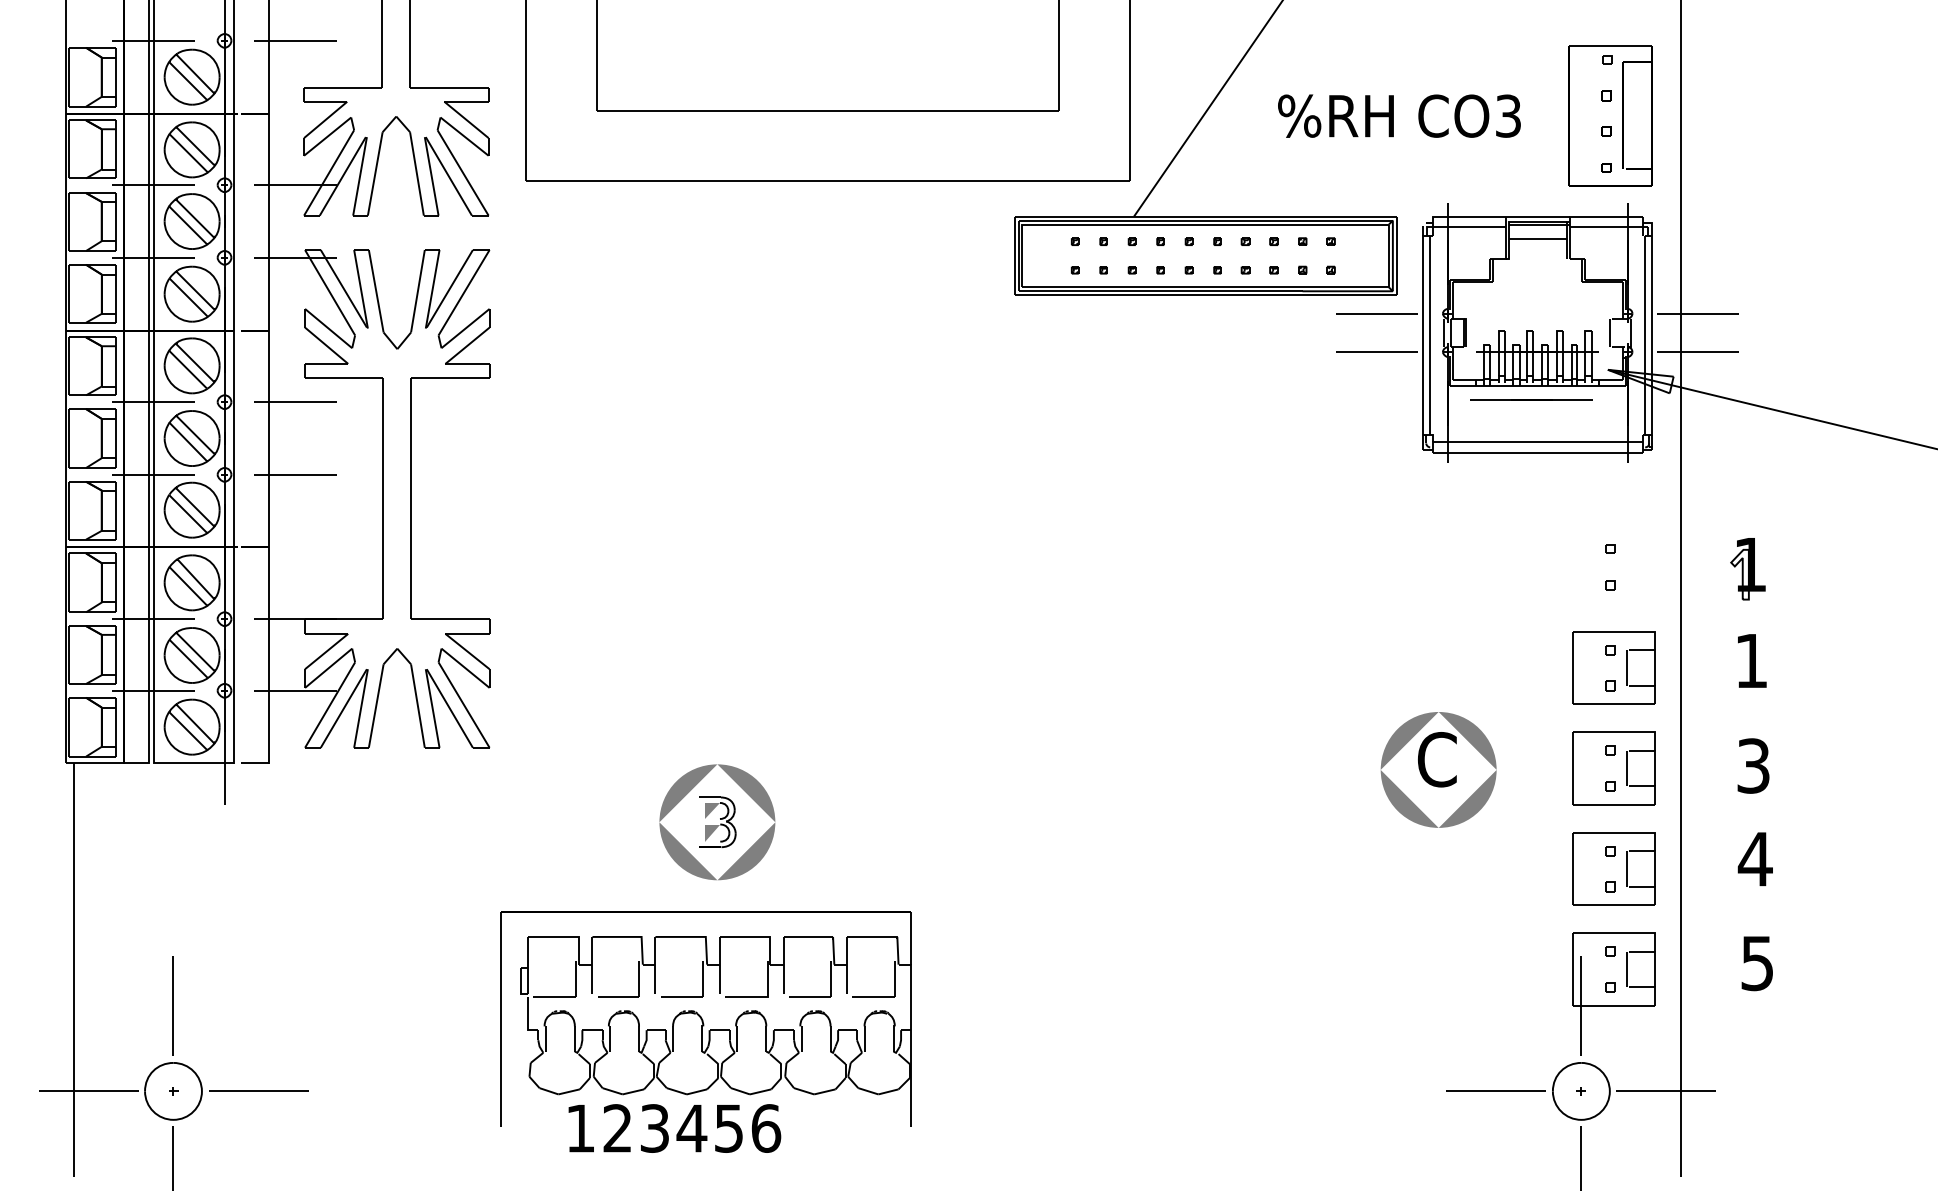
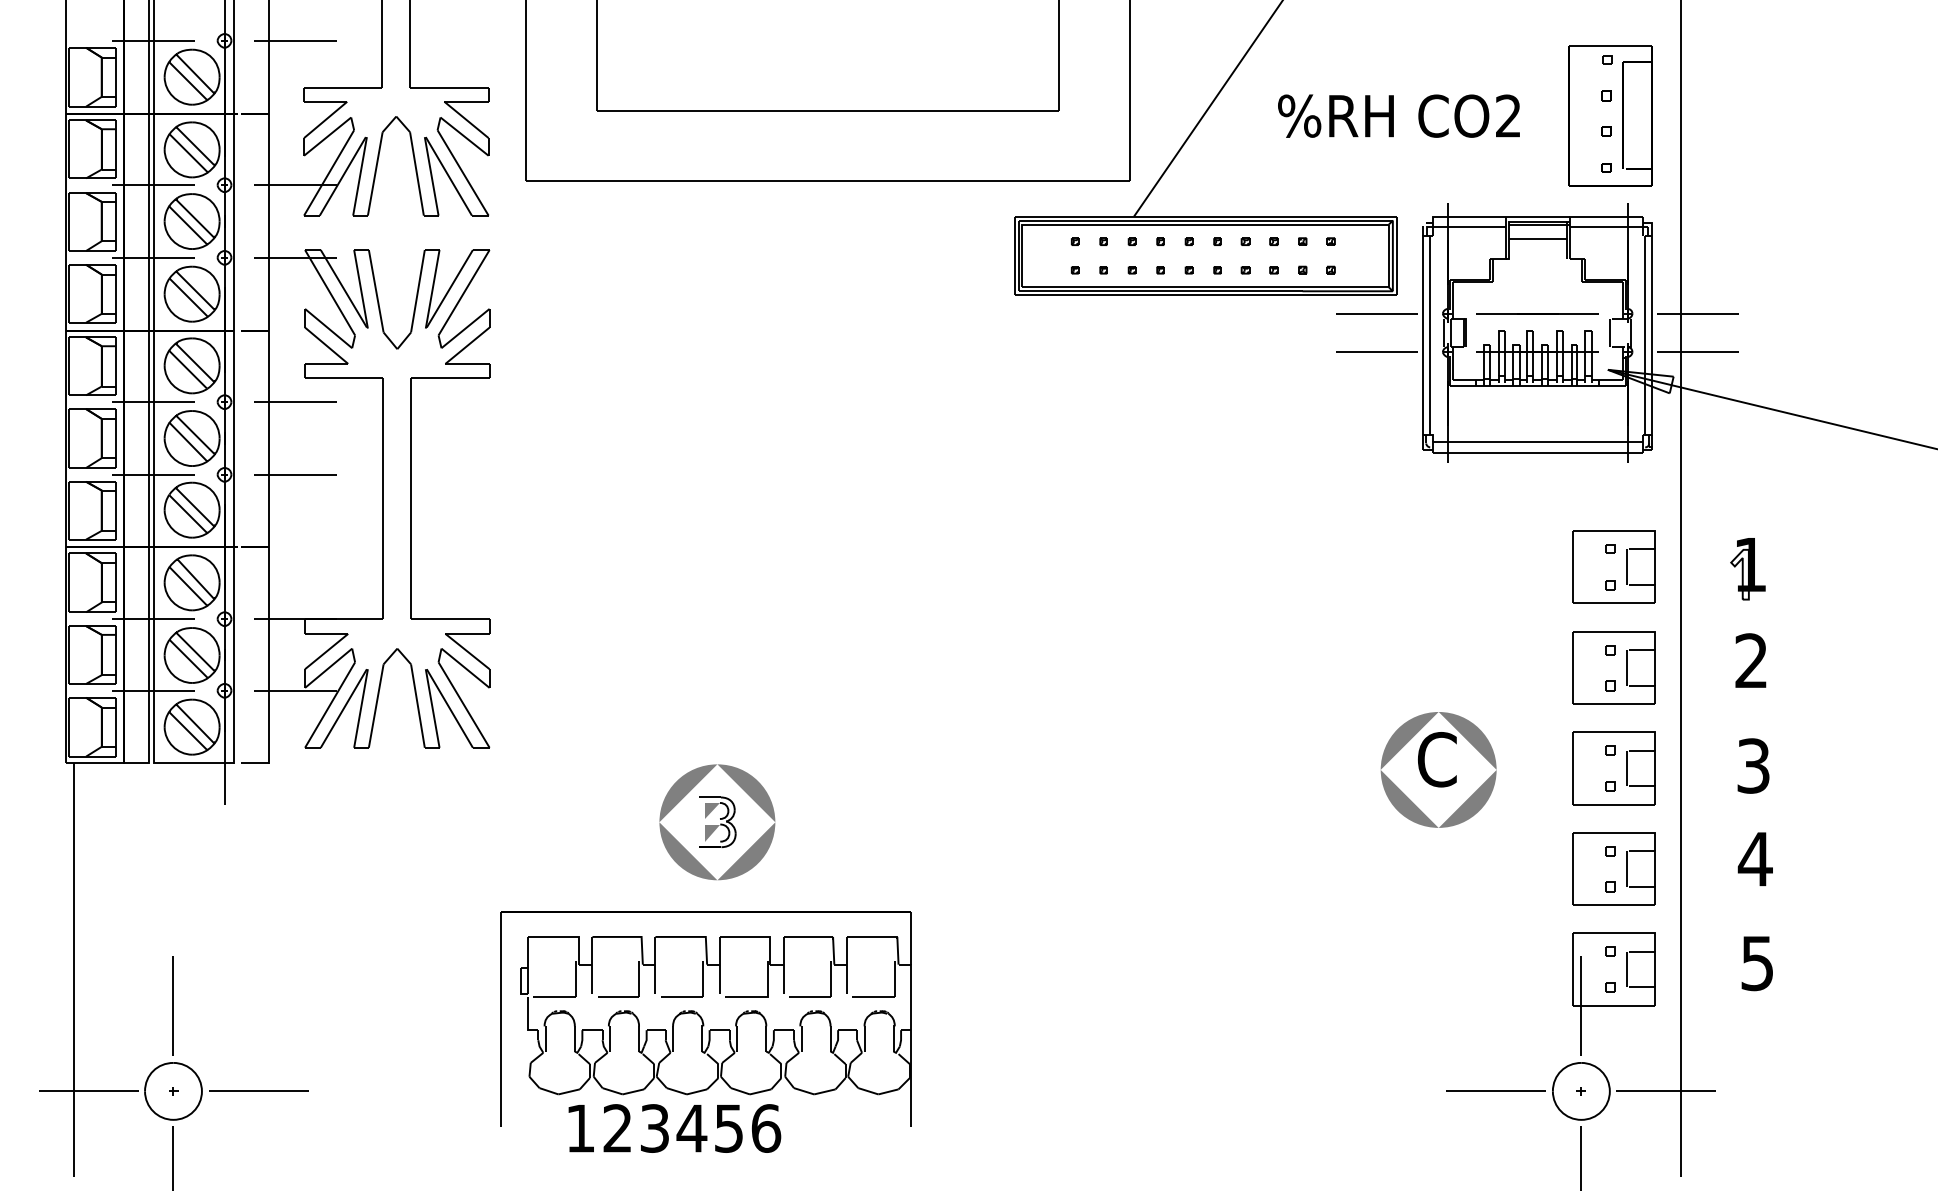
text at (1508, 115): CO3 -> CO2
line at (1531, 399) position: (1531, 399) -> (1537, 313)
part at (1613, 566): none -> present
text at (1750, 660): 1 -> 2
